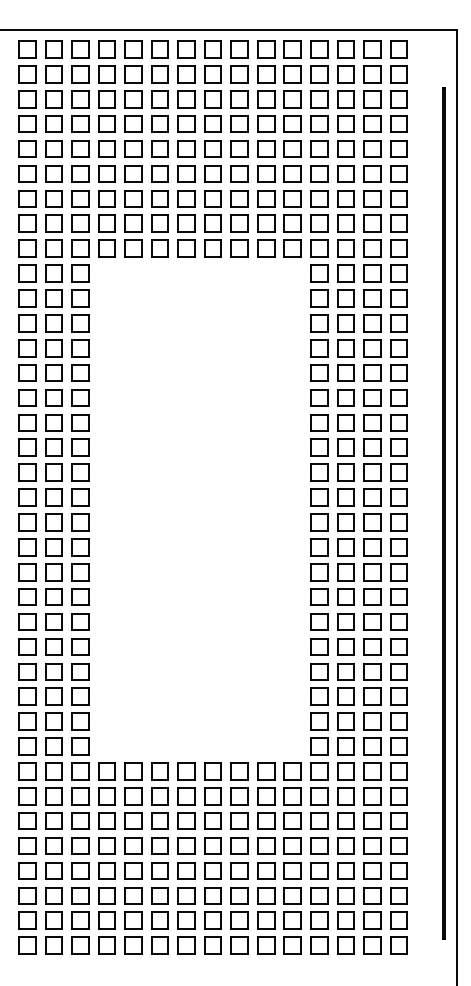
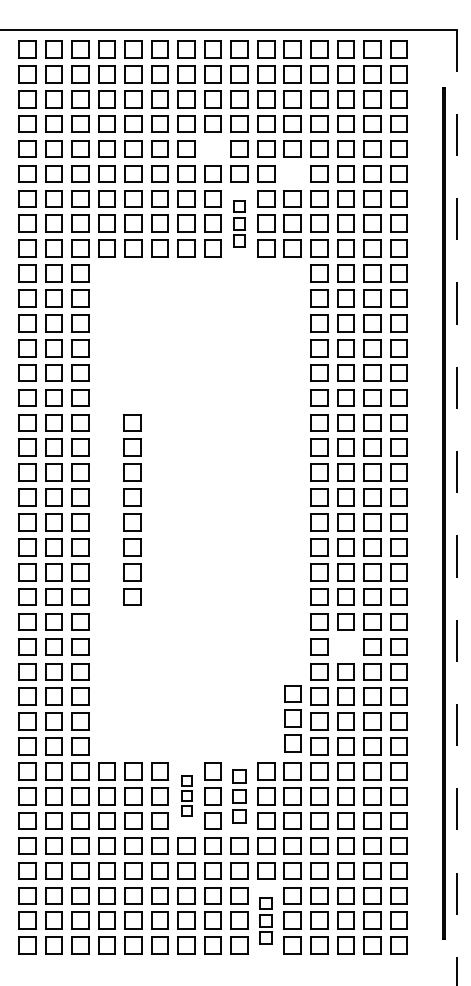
part at (212, 148): present -> none
part at (292, 173): present -> none
part at (239, 223) size: 19x68 px -> 13x48 px
line at (457, 507): solid -> dashed
part at (132, 509): none -> present
part at (345, 646): present -> none
part at (292, 718): none -> present
part at (186, 795) size: 19x68 px -> 12x42 px
part at (239, 795) size: 19x68 px -> 15x55 px
part at (266, 920) size: 19x68 px -> 14x48 px
